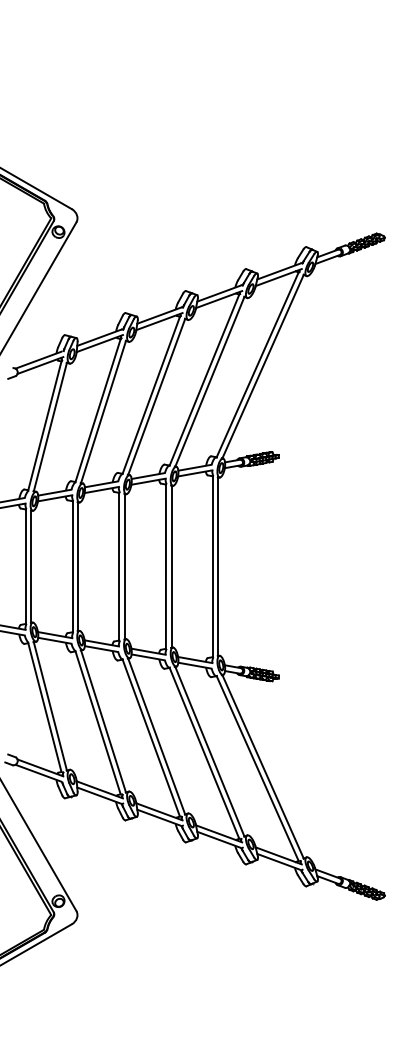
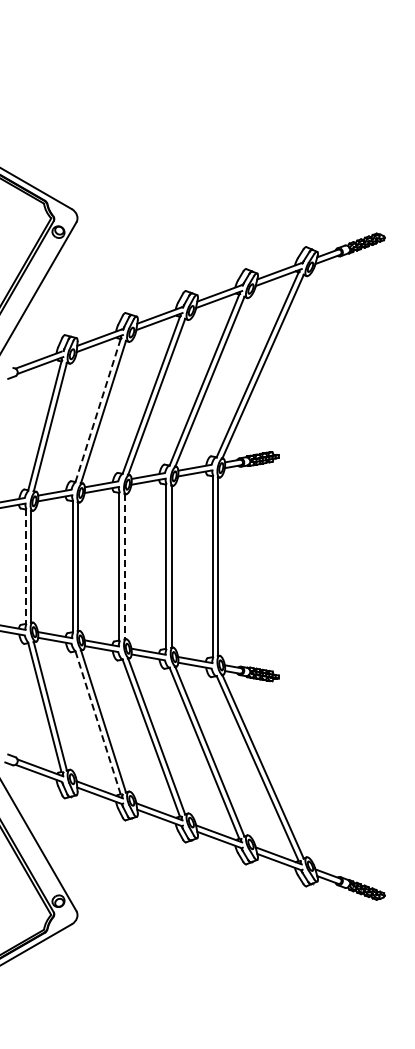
line at (98, 410): solid -> dashed
line at (124, 566): solid -> dashed
line at (25, 567): solid -> dashed
line at (98, 722): solid -> dashed
